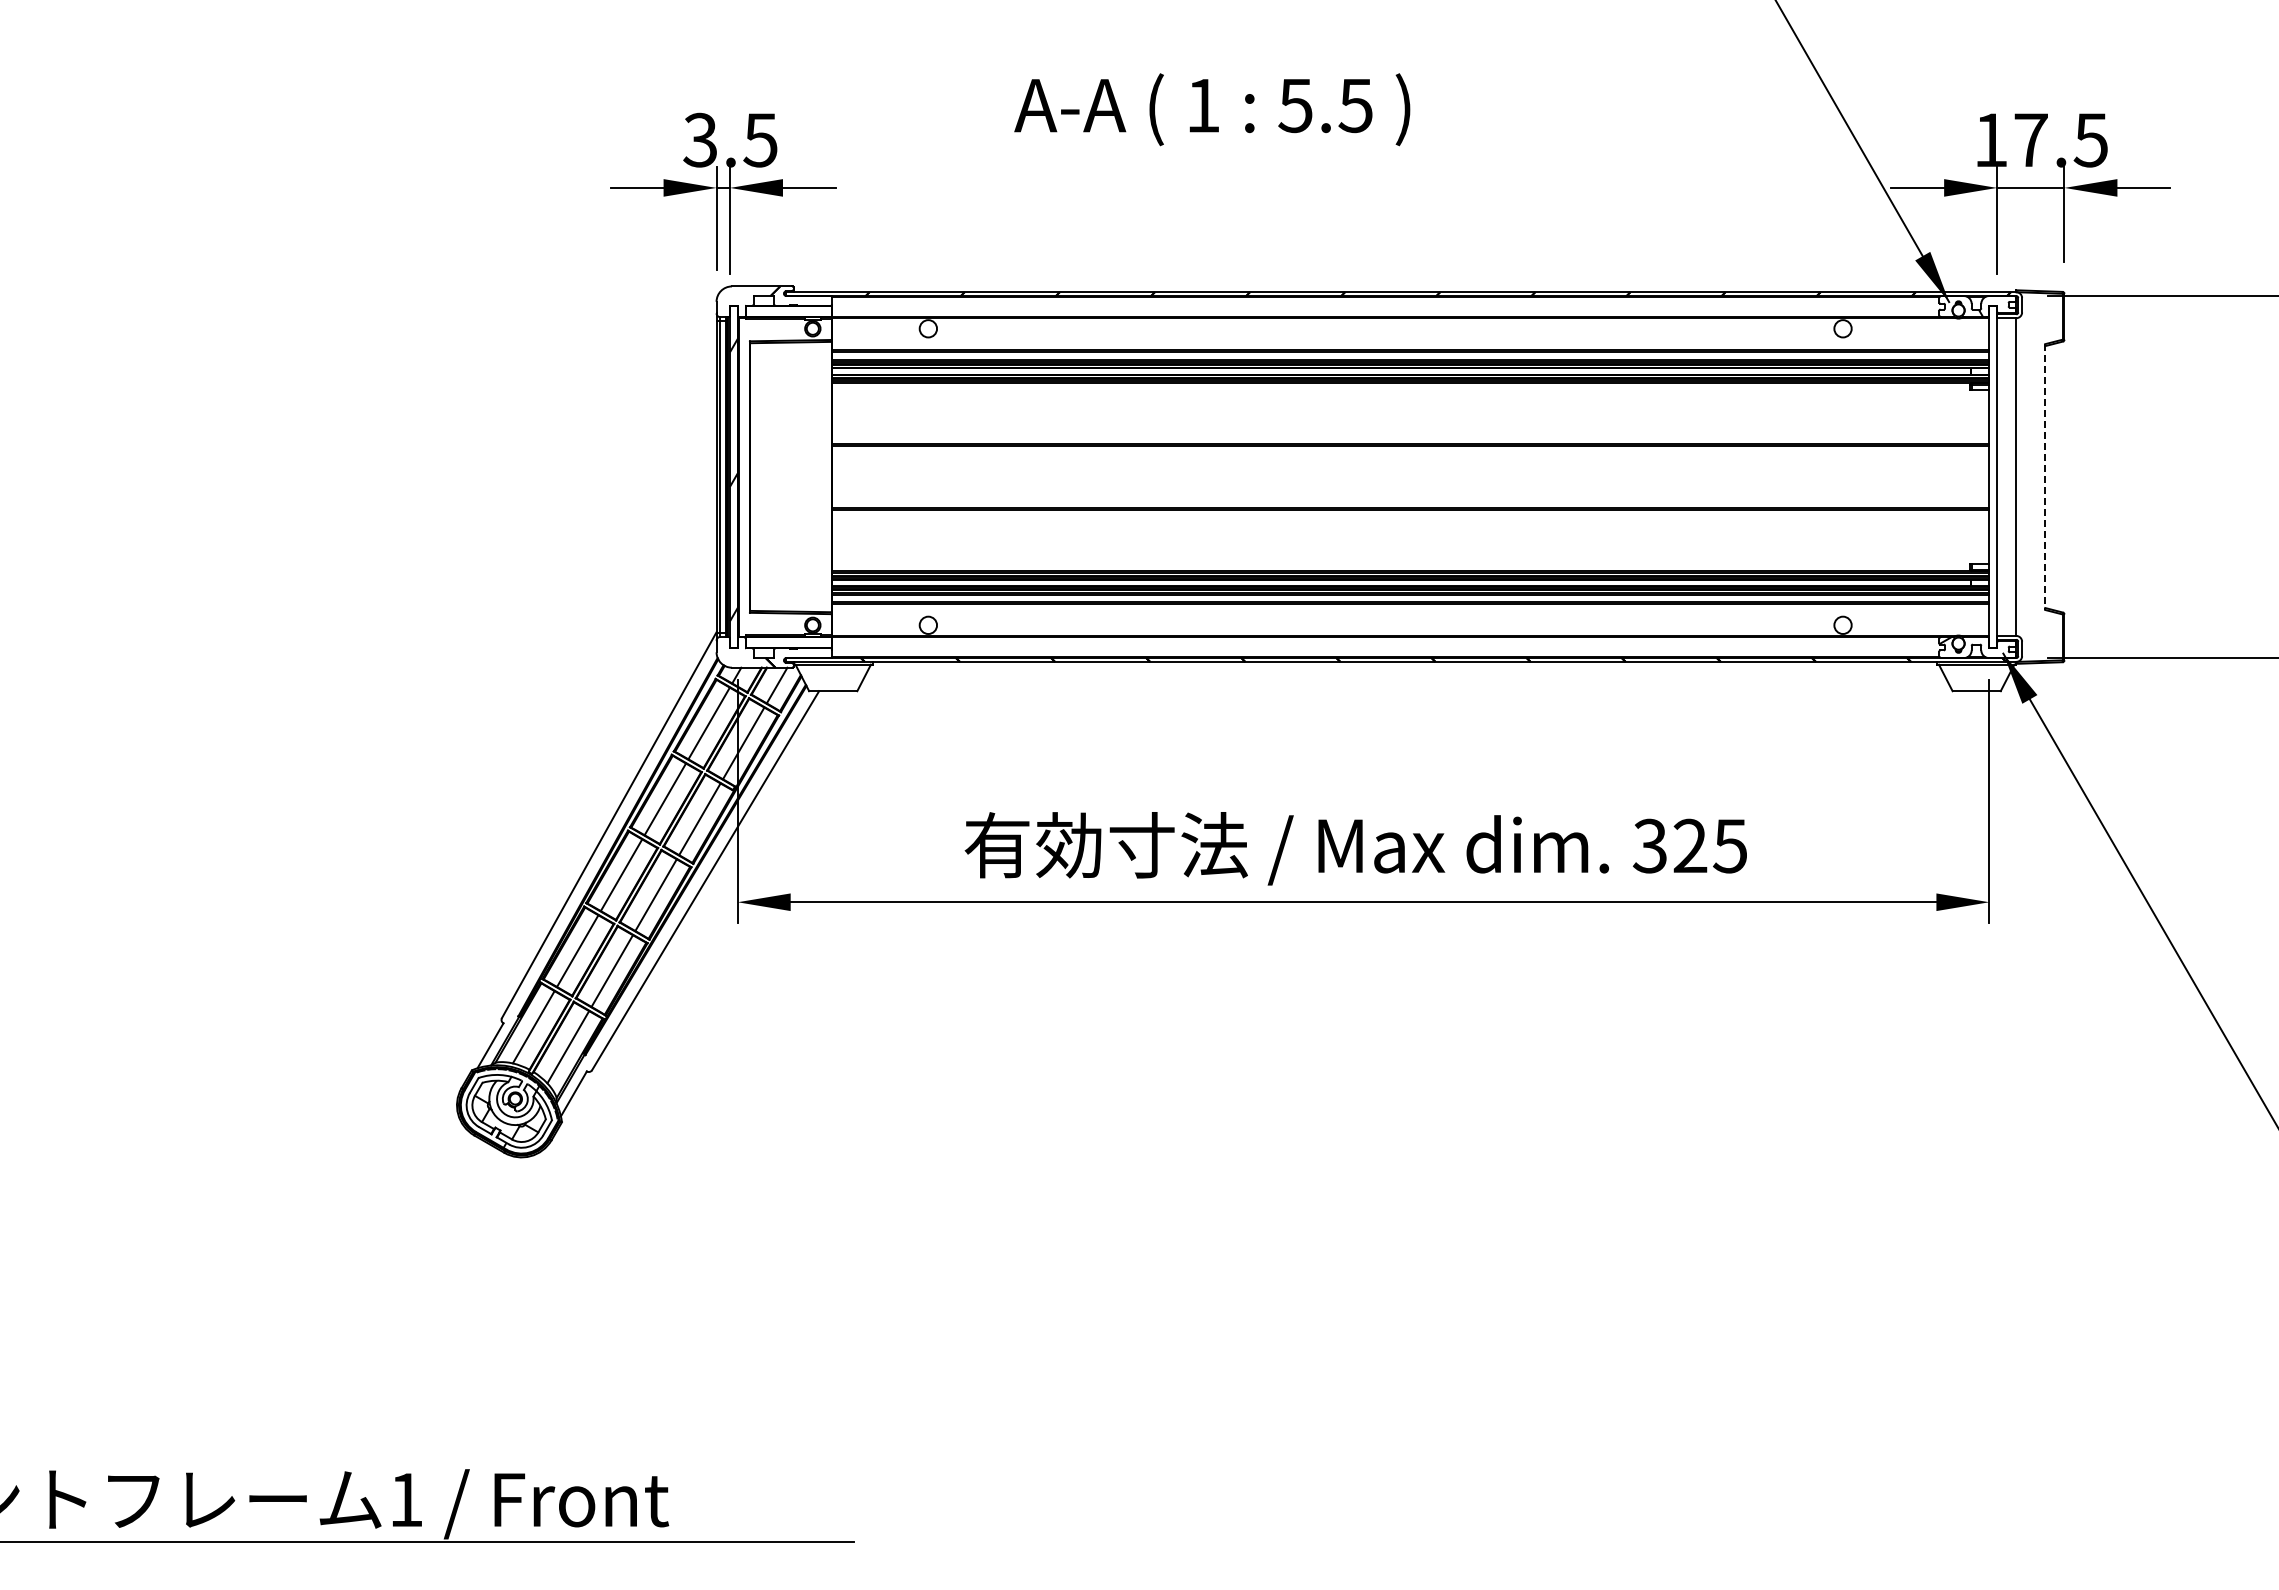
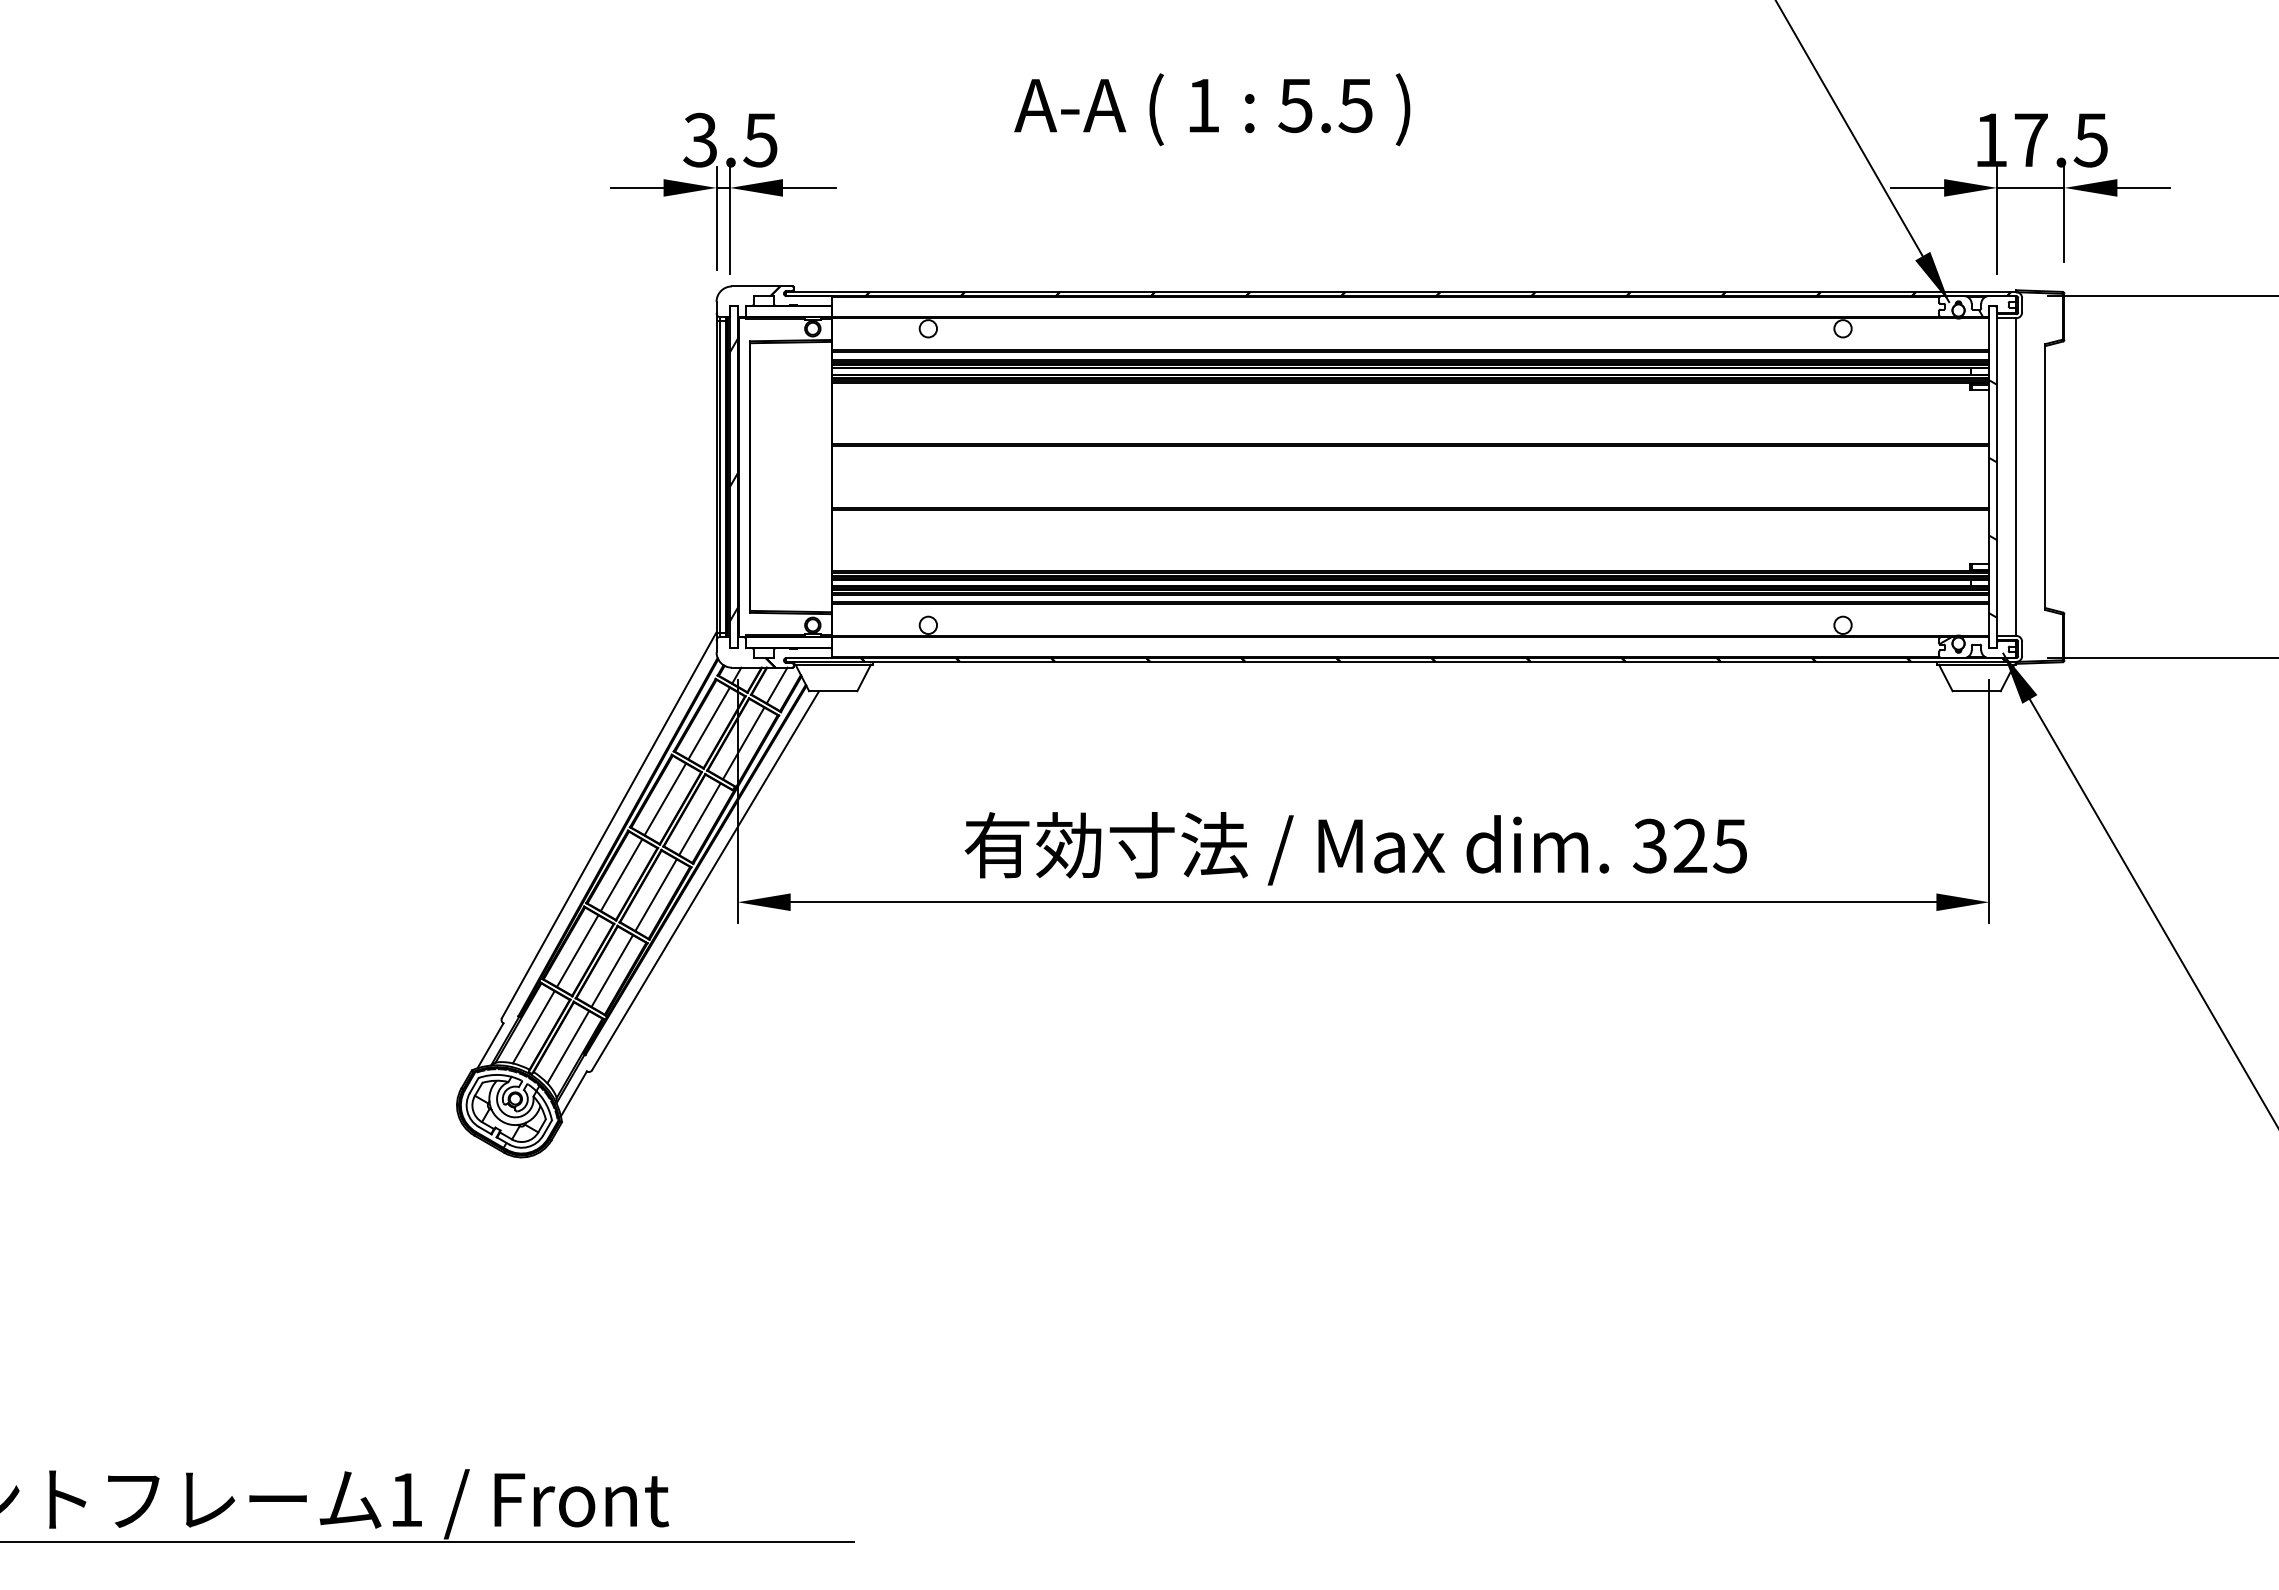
hatch at (1993, 461): none -> present
line at (2045, 477): dashed -> solid
